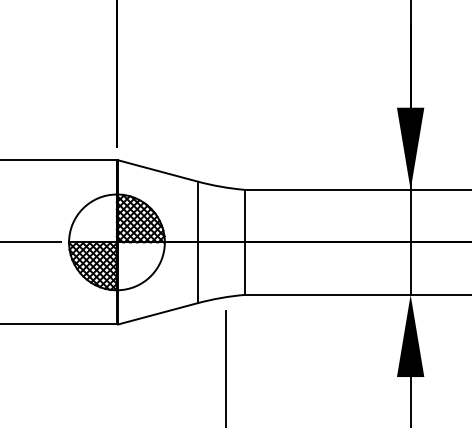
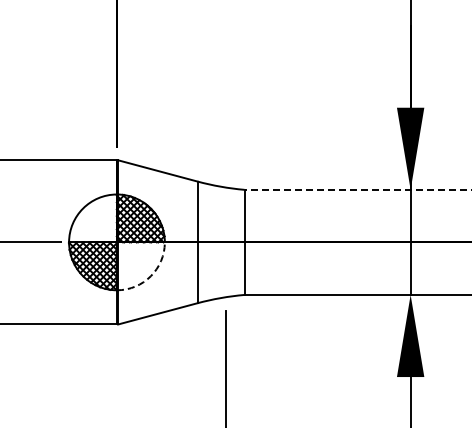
line at (358, 189): solid -> dashed
arc at (150, 276): solid -> dashed
